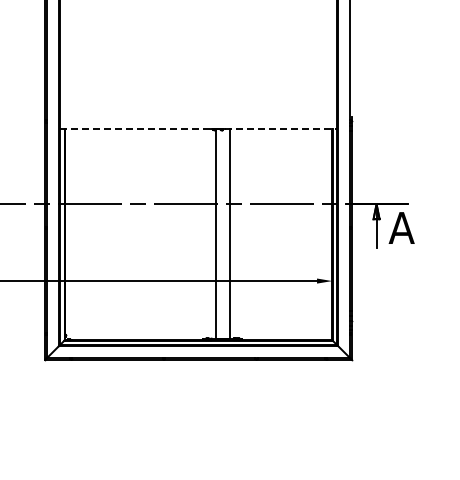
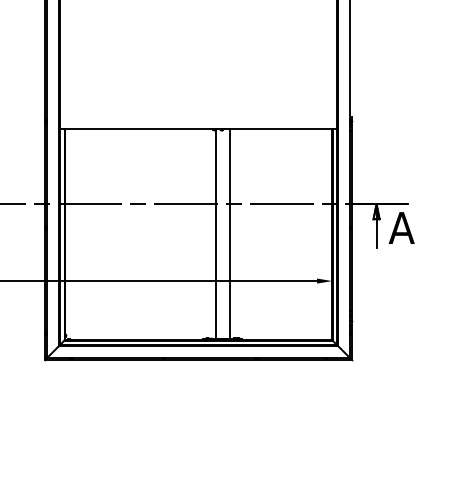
line at (198, 128): dashed -> solid
